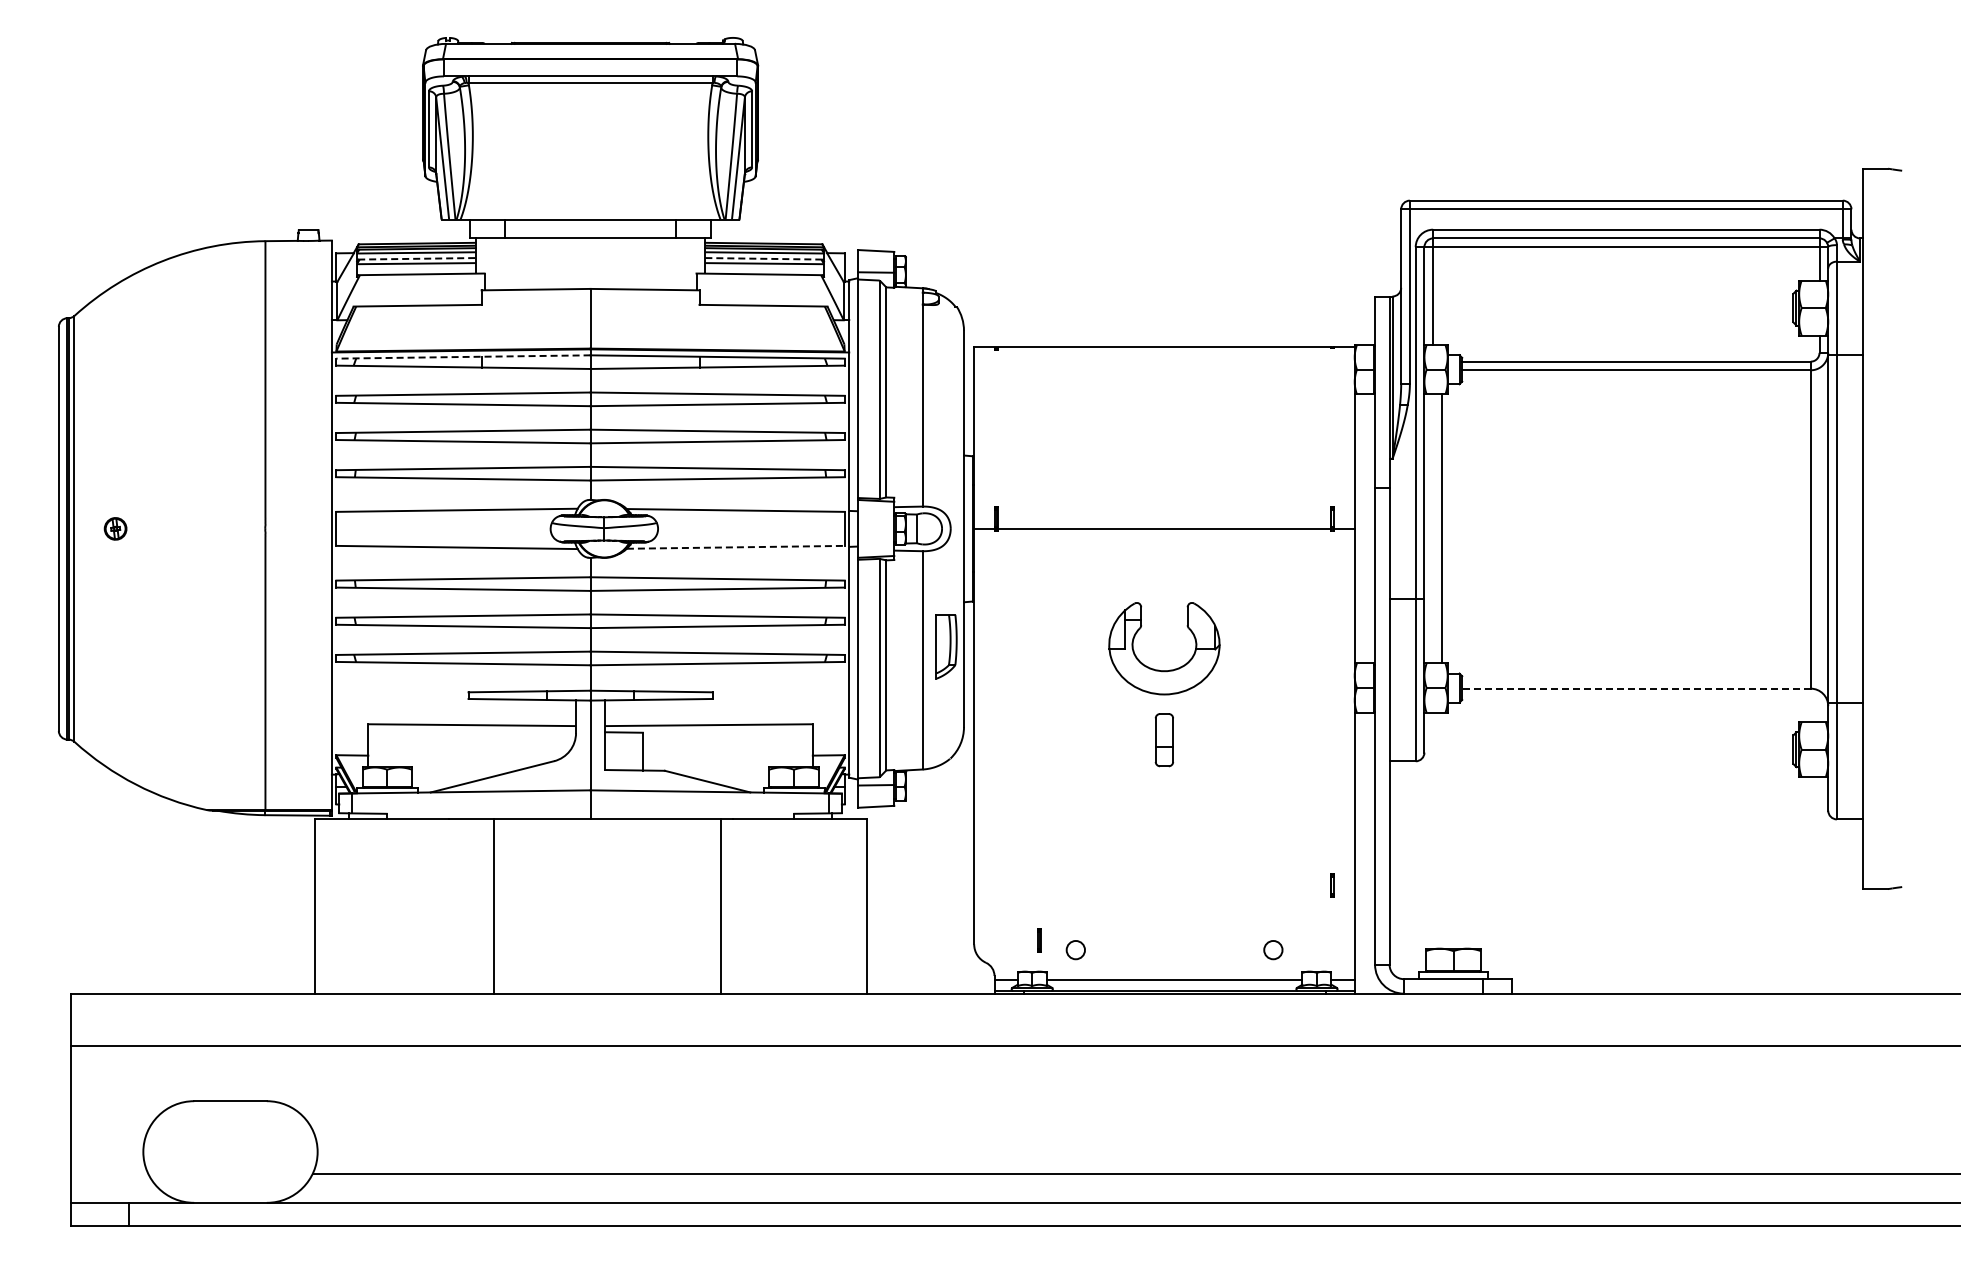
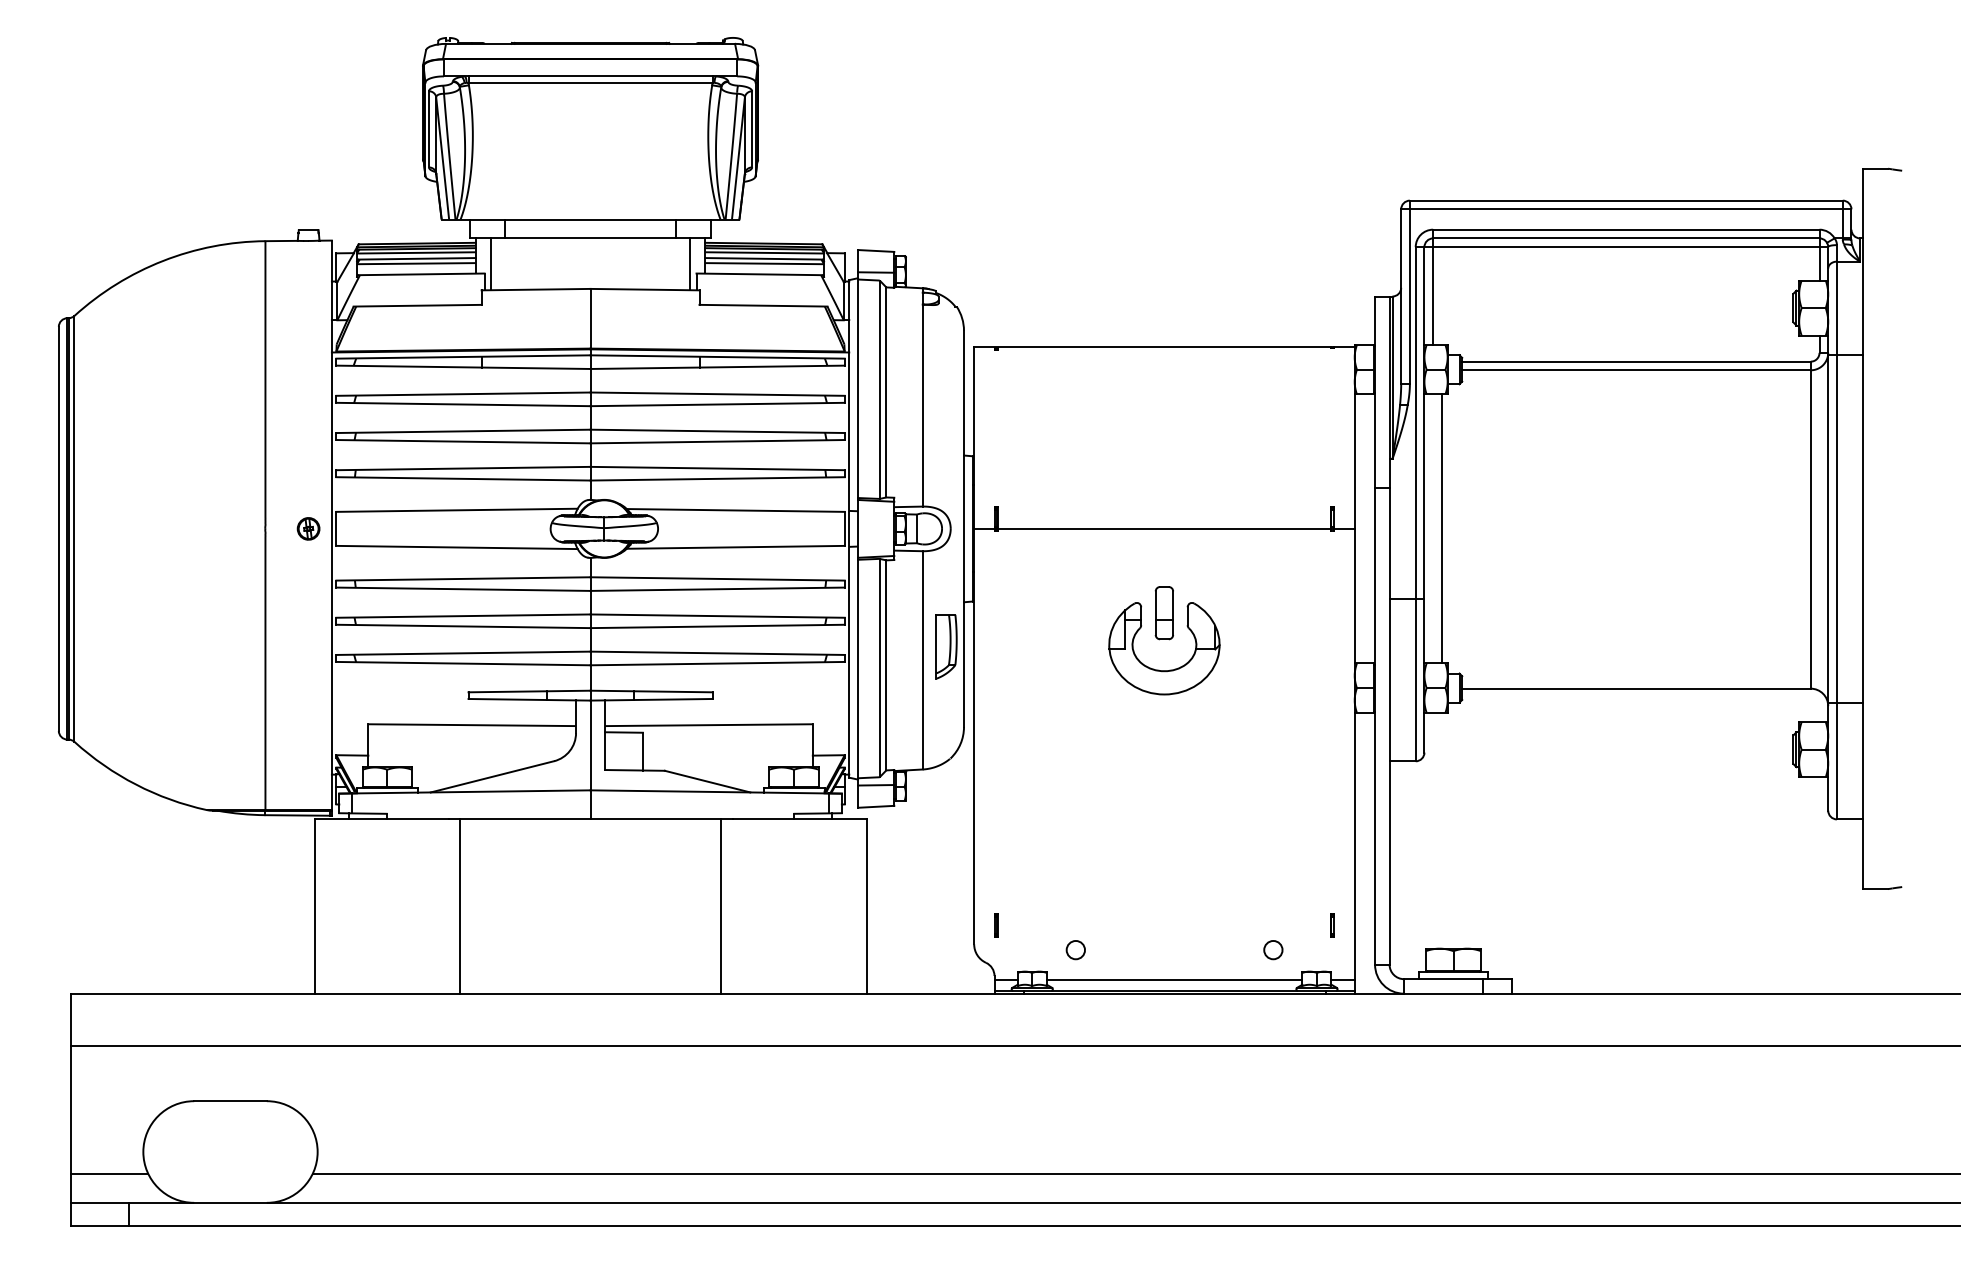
line at (417, 258): dashed -> solid
line at (764, 258): dashed -> solid
line at (490, 264): none -> present
line at (690, 264): none -> present
line at (462, 357): dashed -> solid
part at (115, 528) position: (115, 528) -> (308, 528)
line at (735, 547): dashed -> solid
line at (1636, 688): dashed -> solid
part at (1163, 740) position: (1163, 740) -> (1163, 613)
line at (1331, 885) position: (1331, 885) -> (1331, 925)
line at (494, 906) position: (494, 906) -> (460, 906)
line at (1039, 940) position: (1039, 940) -> (996, 925)
line at (109, 1173): none -> present
